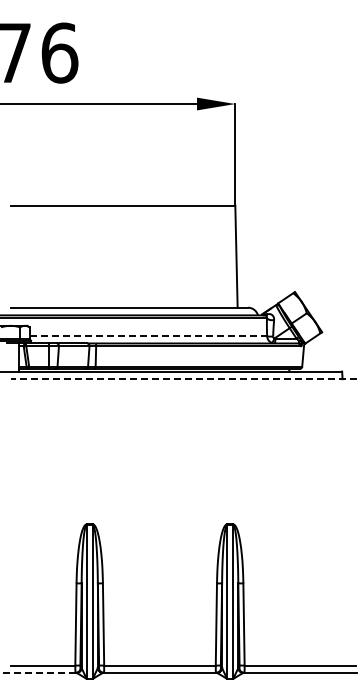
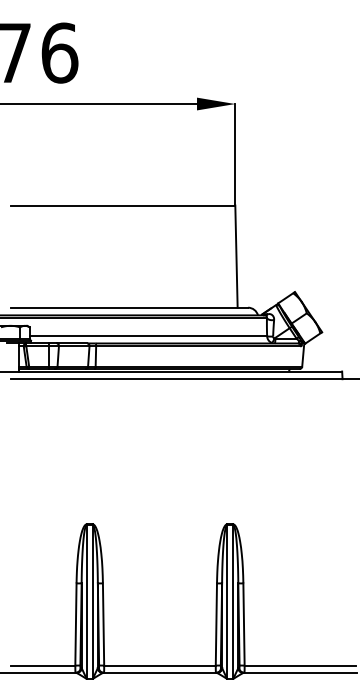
line at (148, 336): dashed -> solid
line at (184, 379): dashed -> solid
line at (38, 672): dashed -> solid
